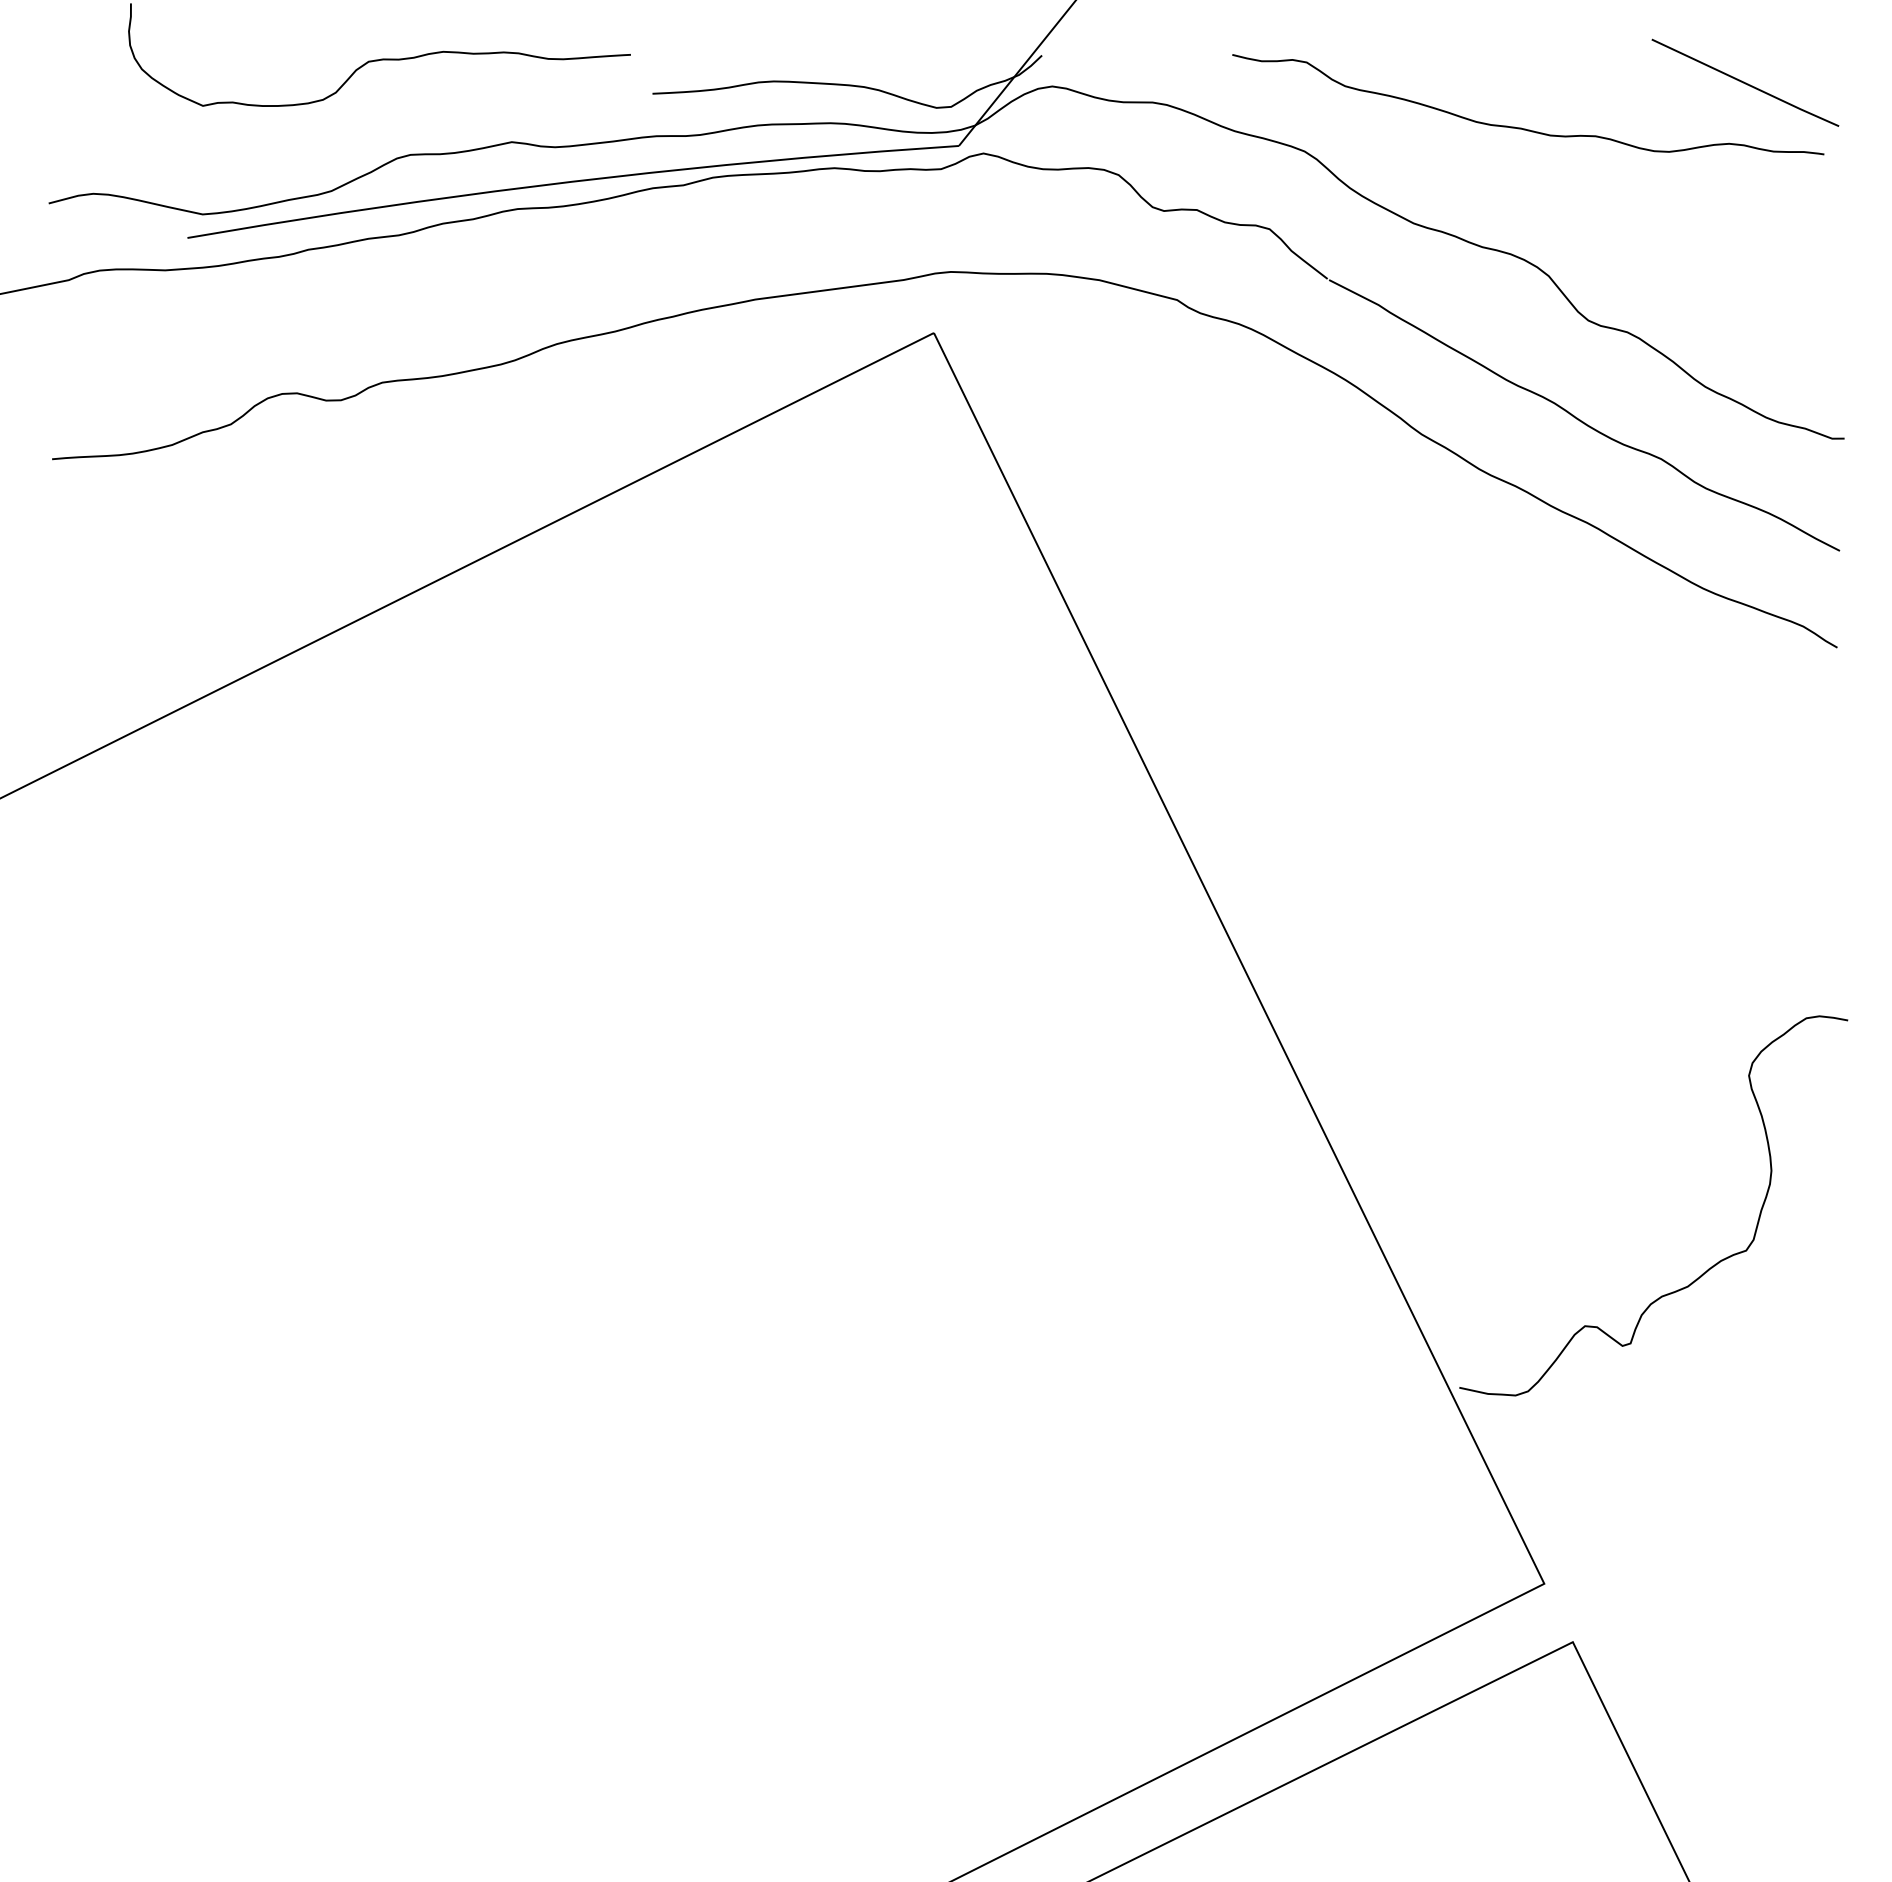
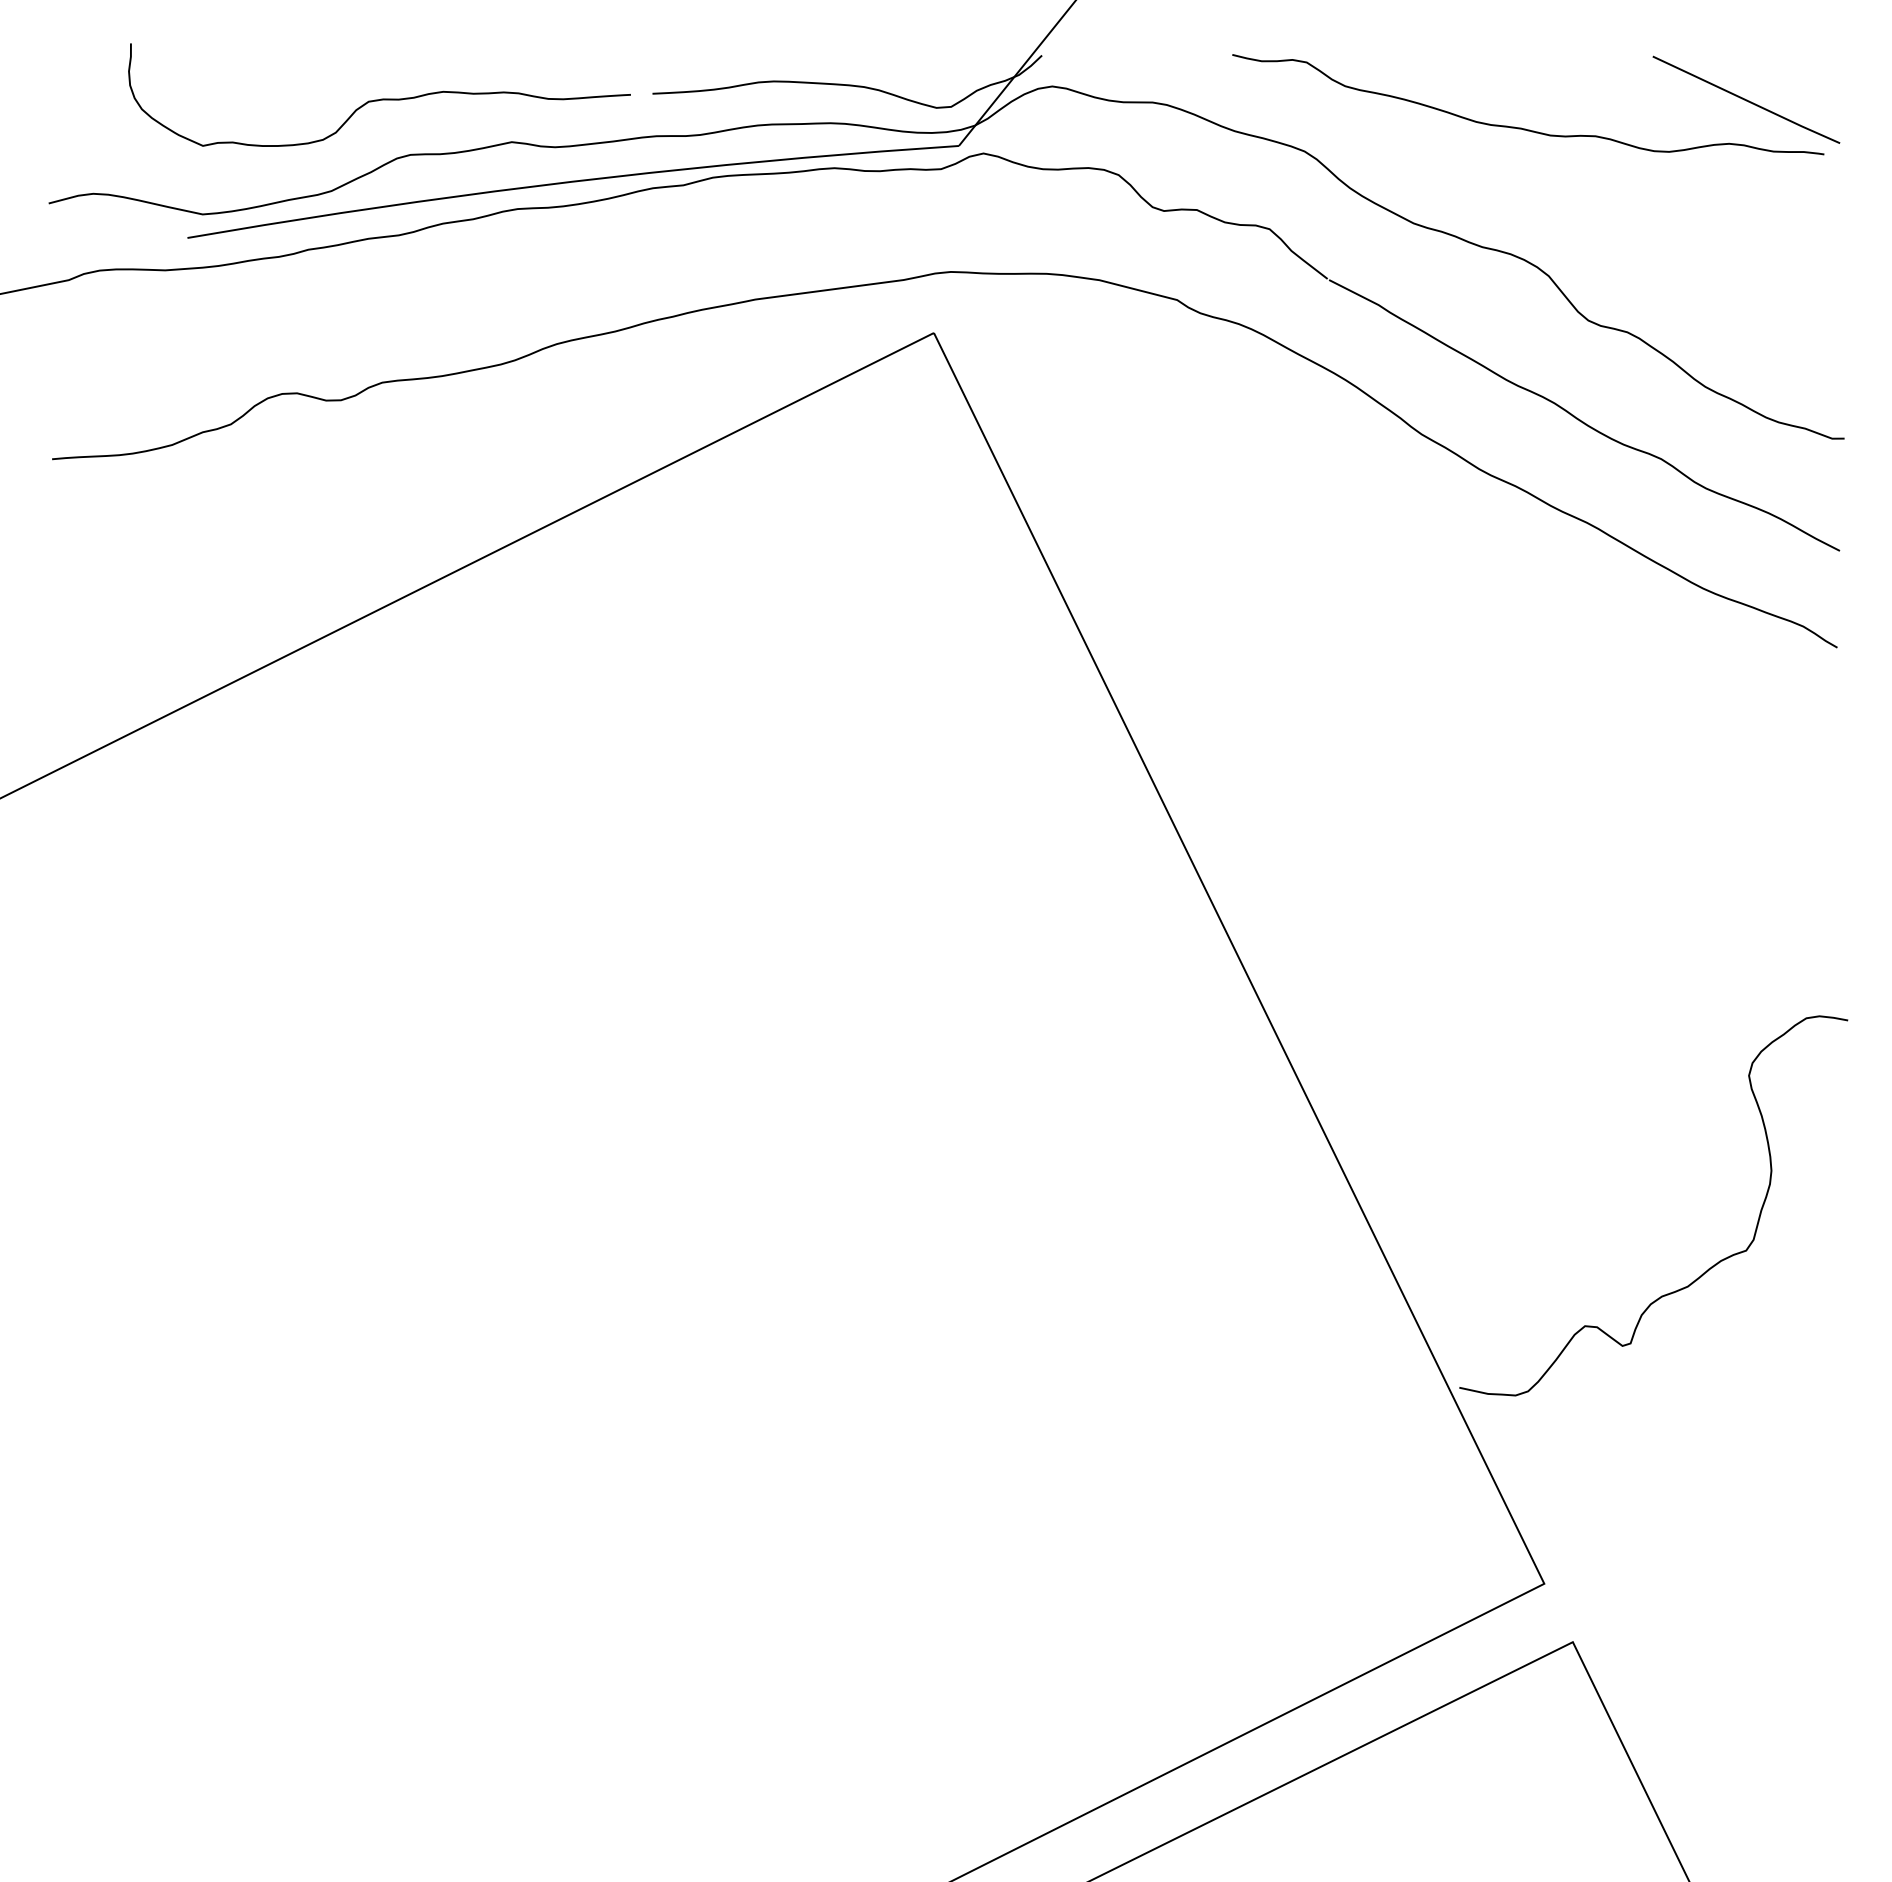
curve at (381, 58) position: (381, 58) -> (381, 98)
line at (1745, 82) position: (1745, 82) -> (1746, 99)
